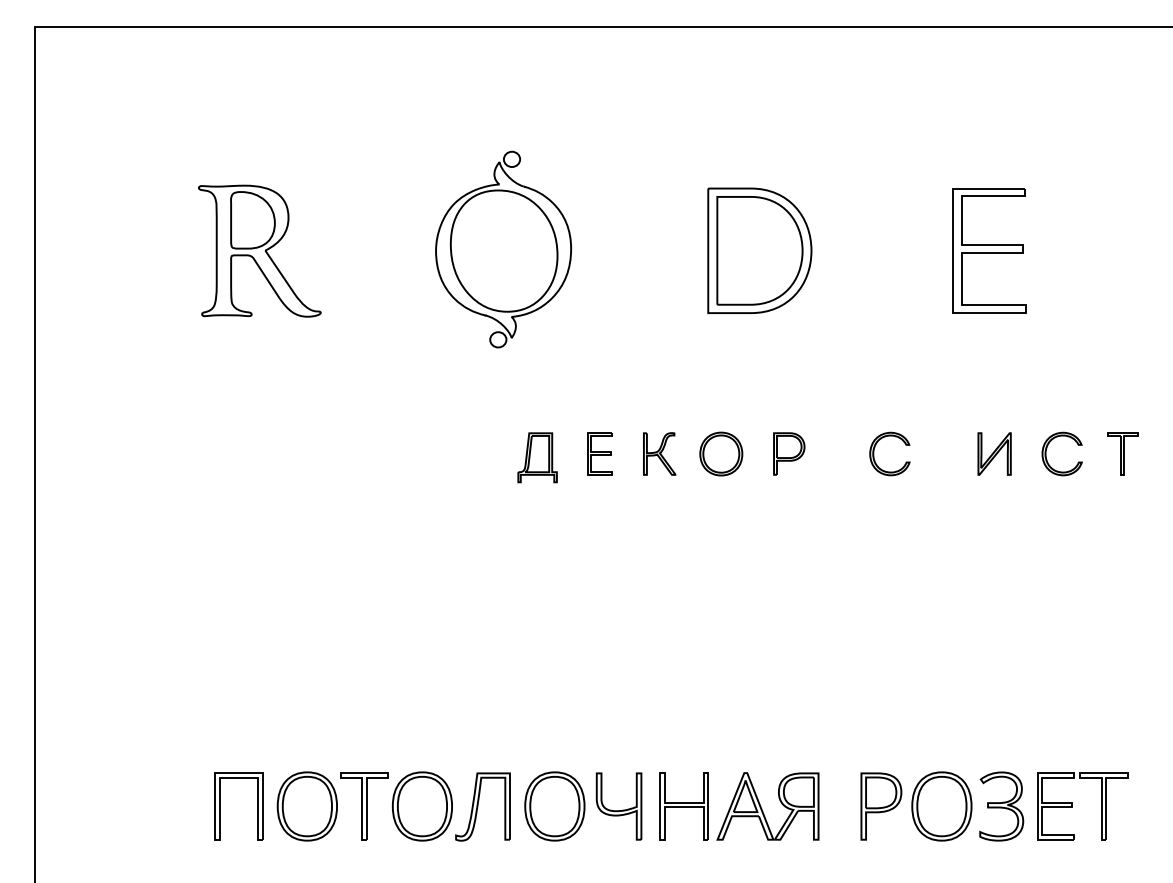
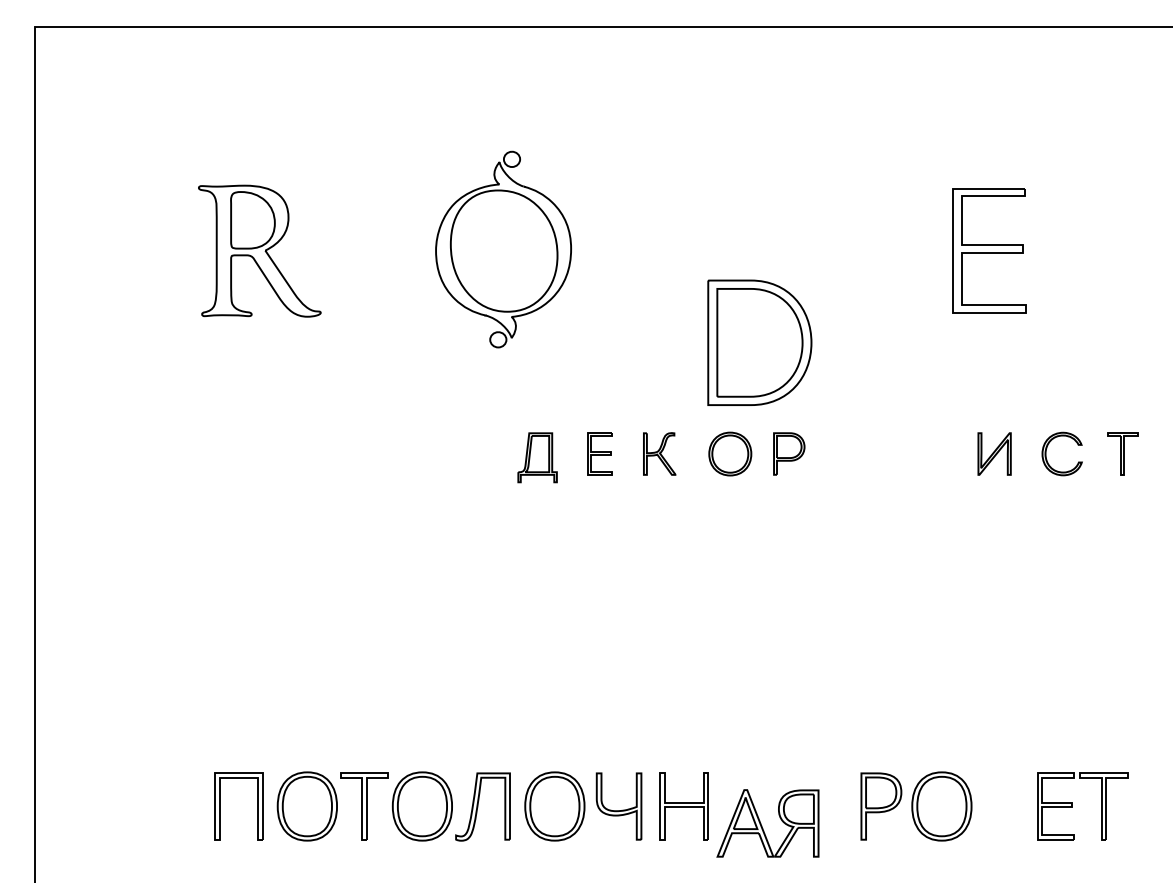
part at (759, 250) position: (759, 250) -> (759, 342)
part at (721, 453) position: (721, 453) -> (730, 453)
part at (874, 453): present -> none
part at (767, 806) position: (767, 806) -> (767, 823)
part at (1001, 806): present -> none
